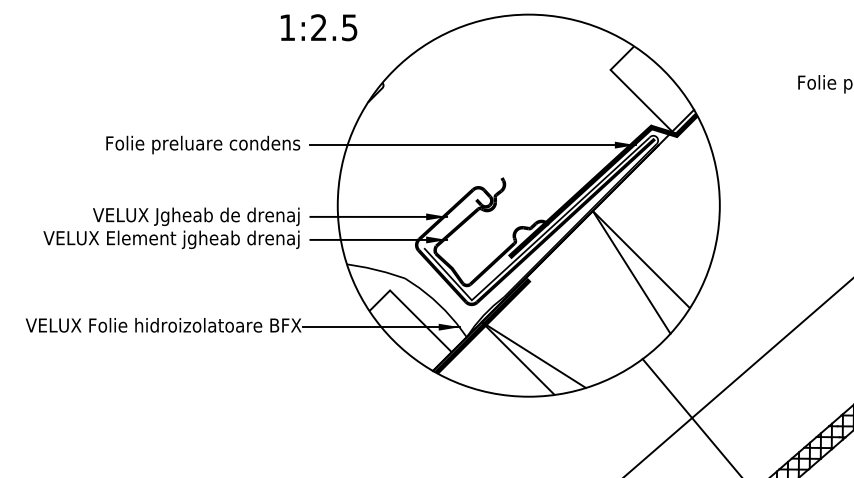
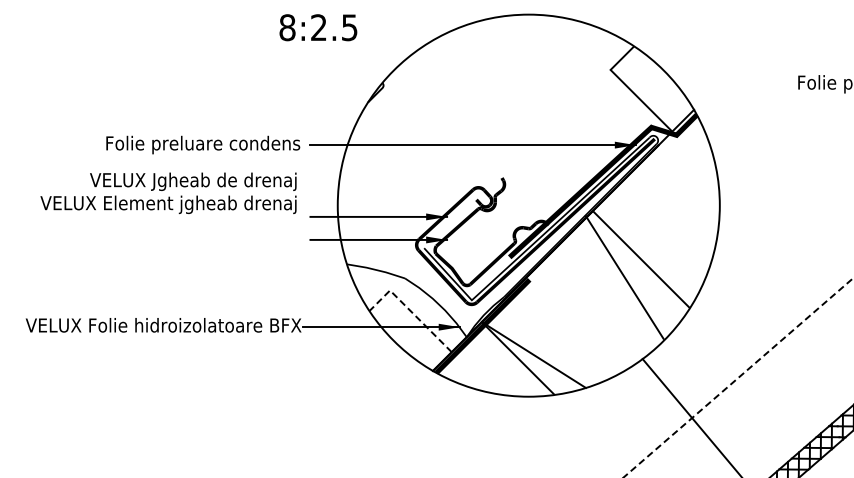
text at (287, 27): 1:2.5 -> 8:2.5
text at (171, 227) position: (171, 227) -> (168, 192)
line at (631, 272) position: (631, 272) -> (624, 277)
line at (409, 310): solid -> dashed
line at (738, 377): solid -> dashed
